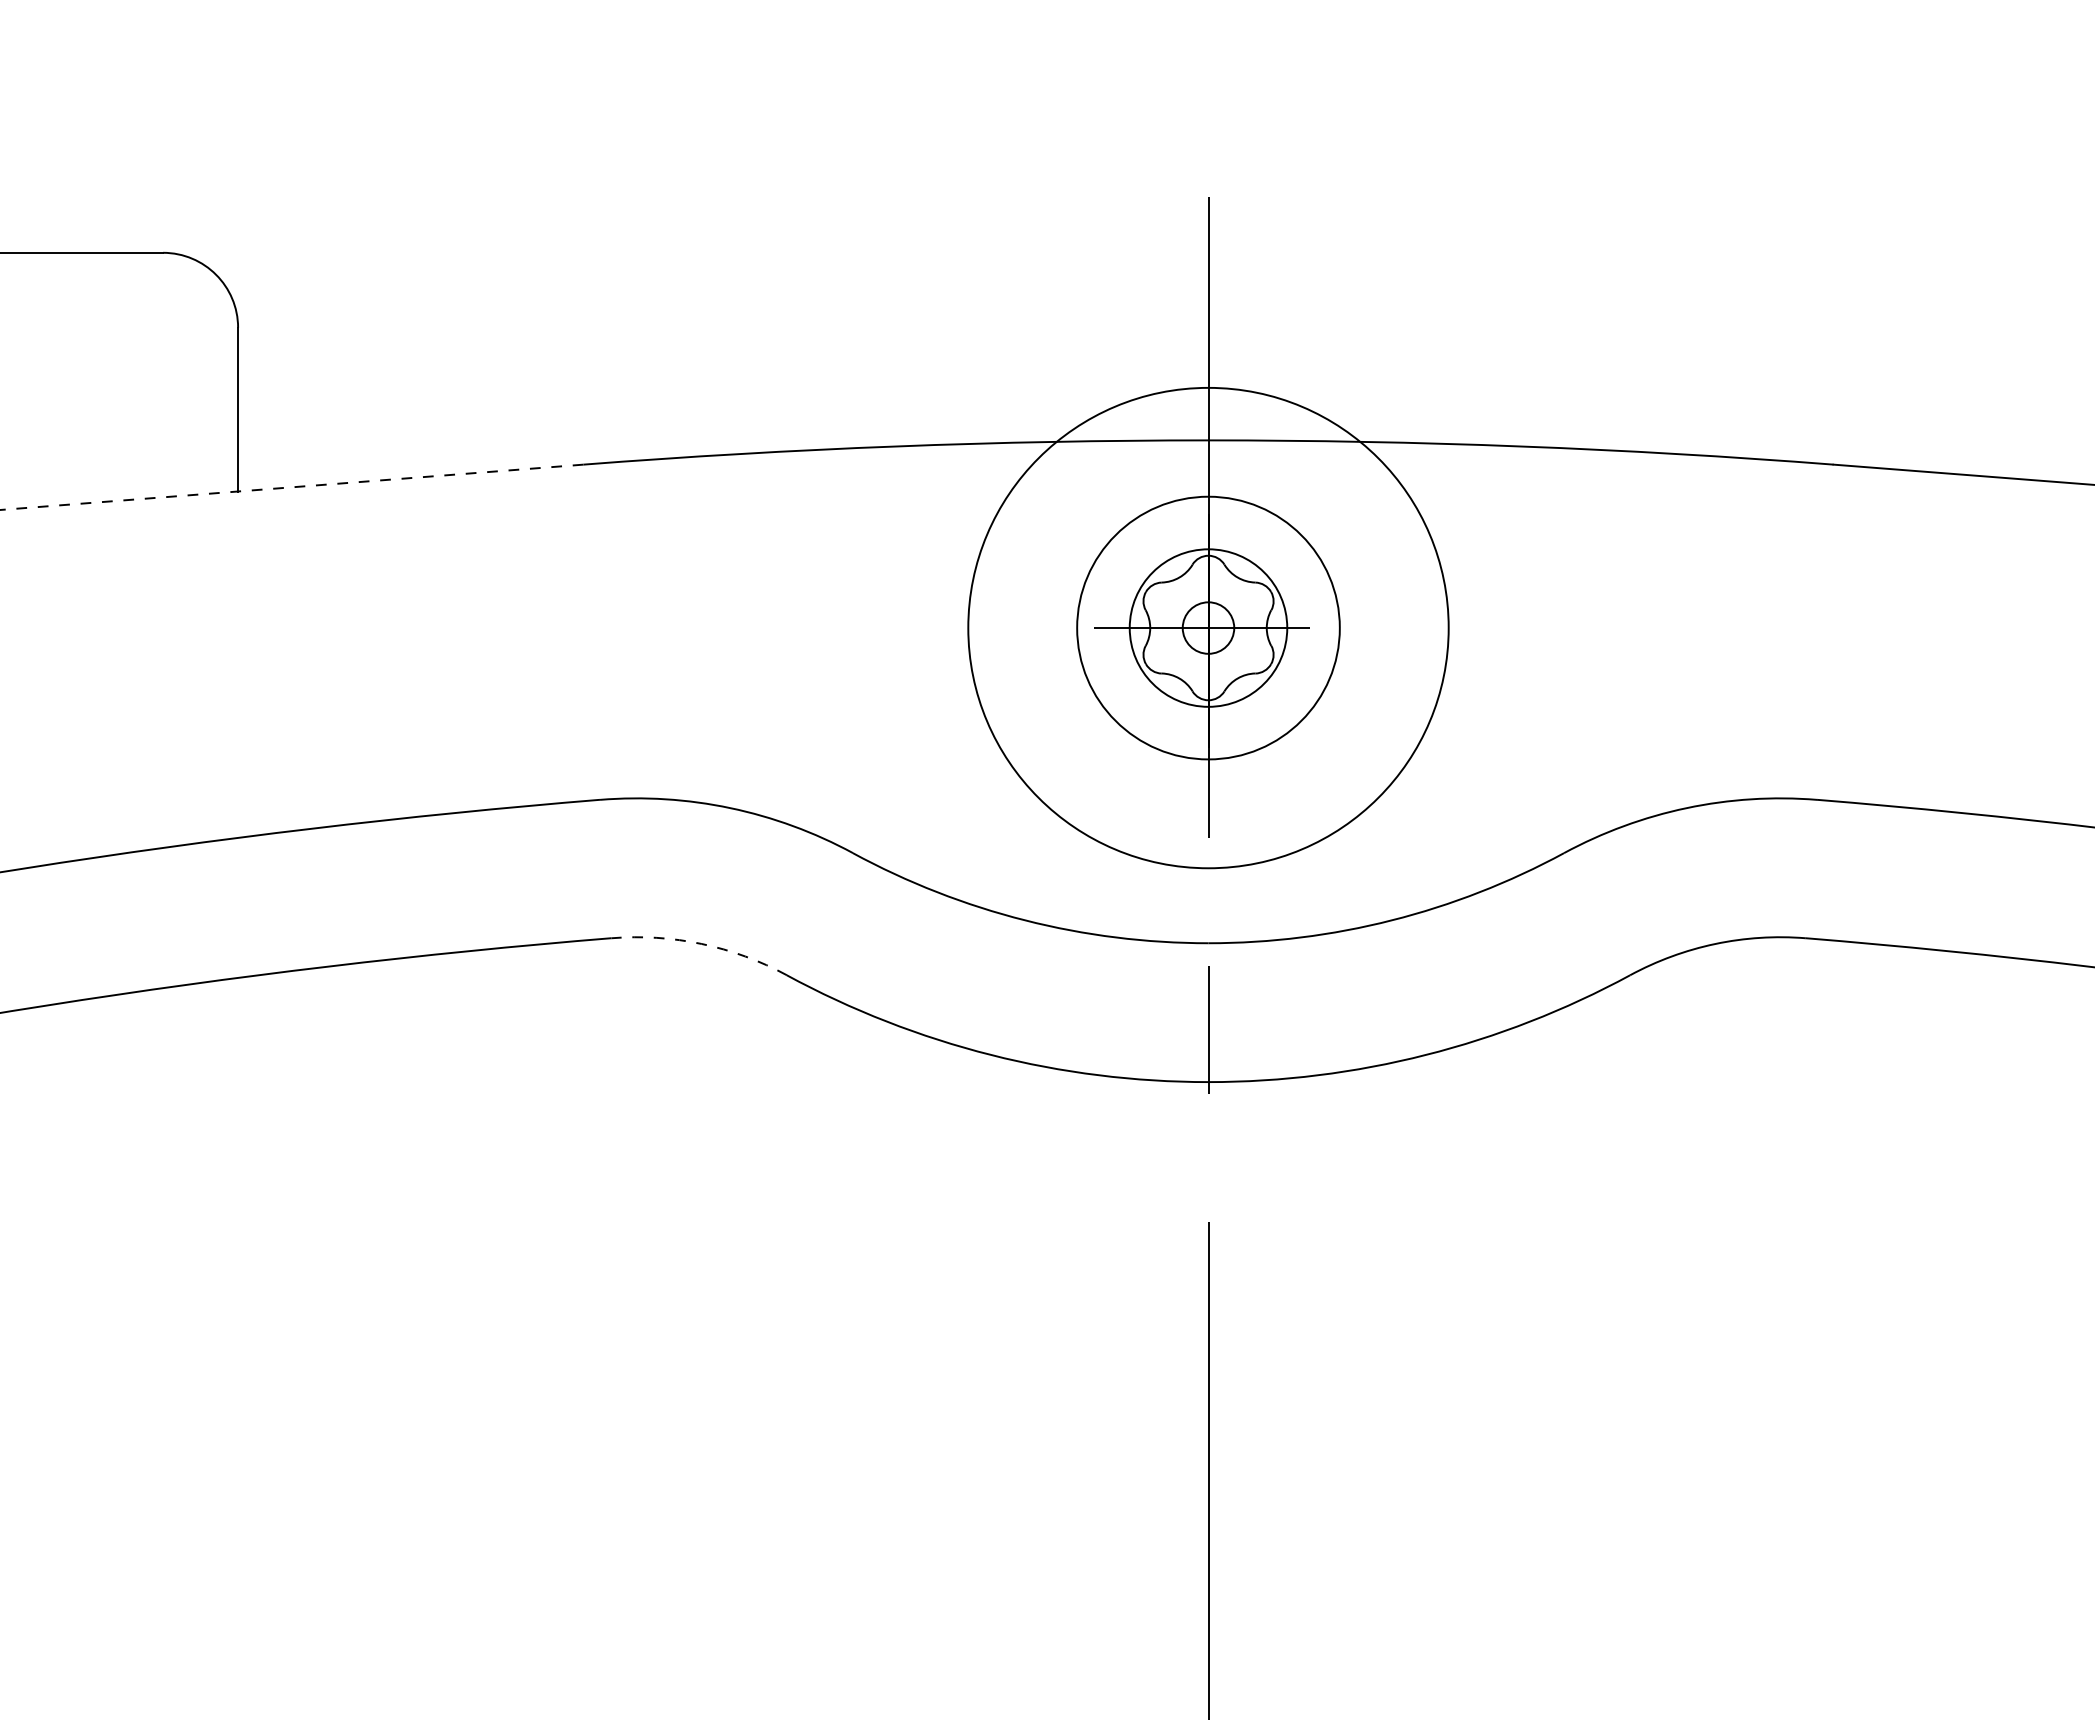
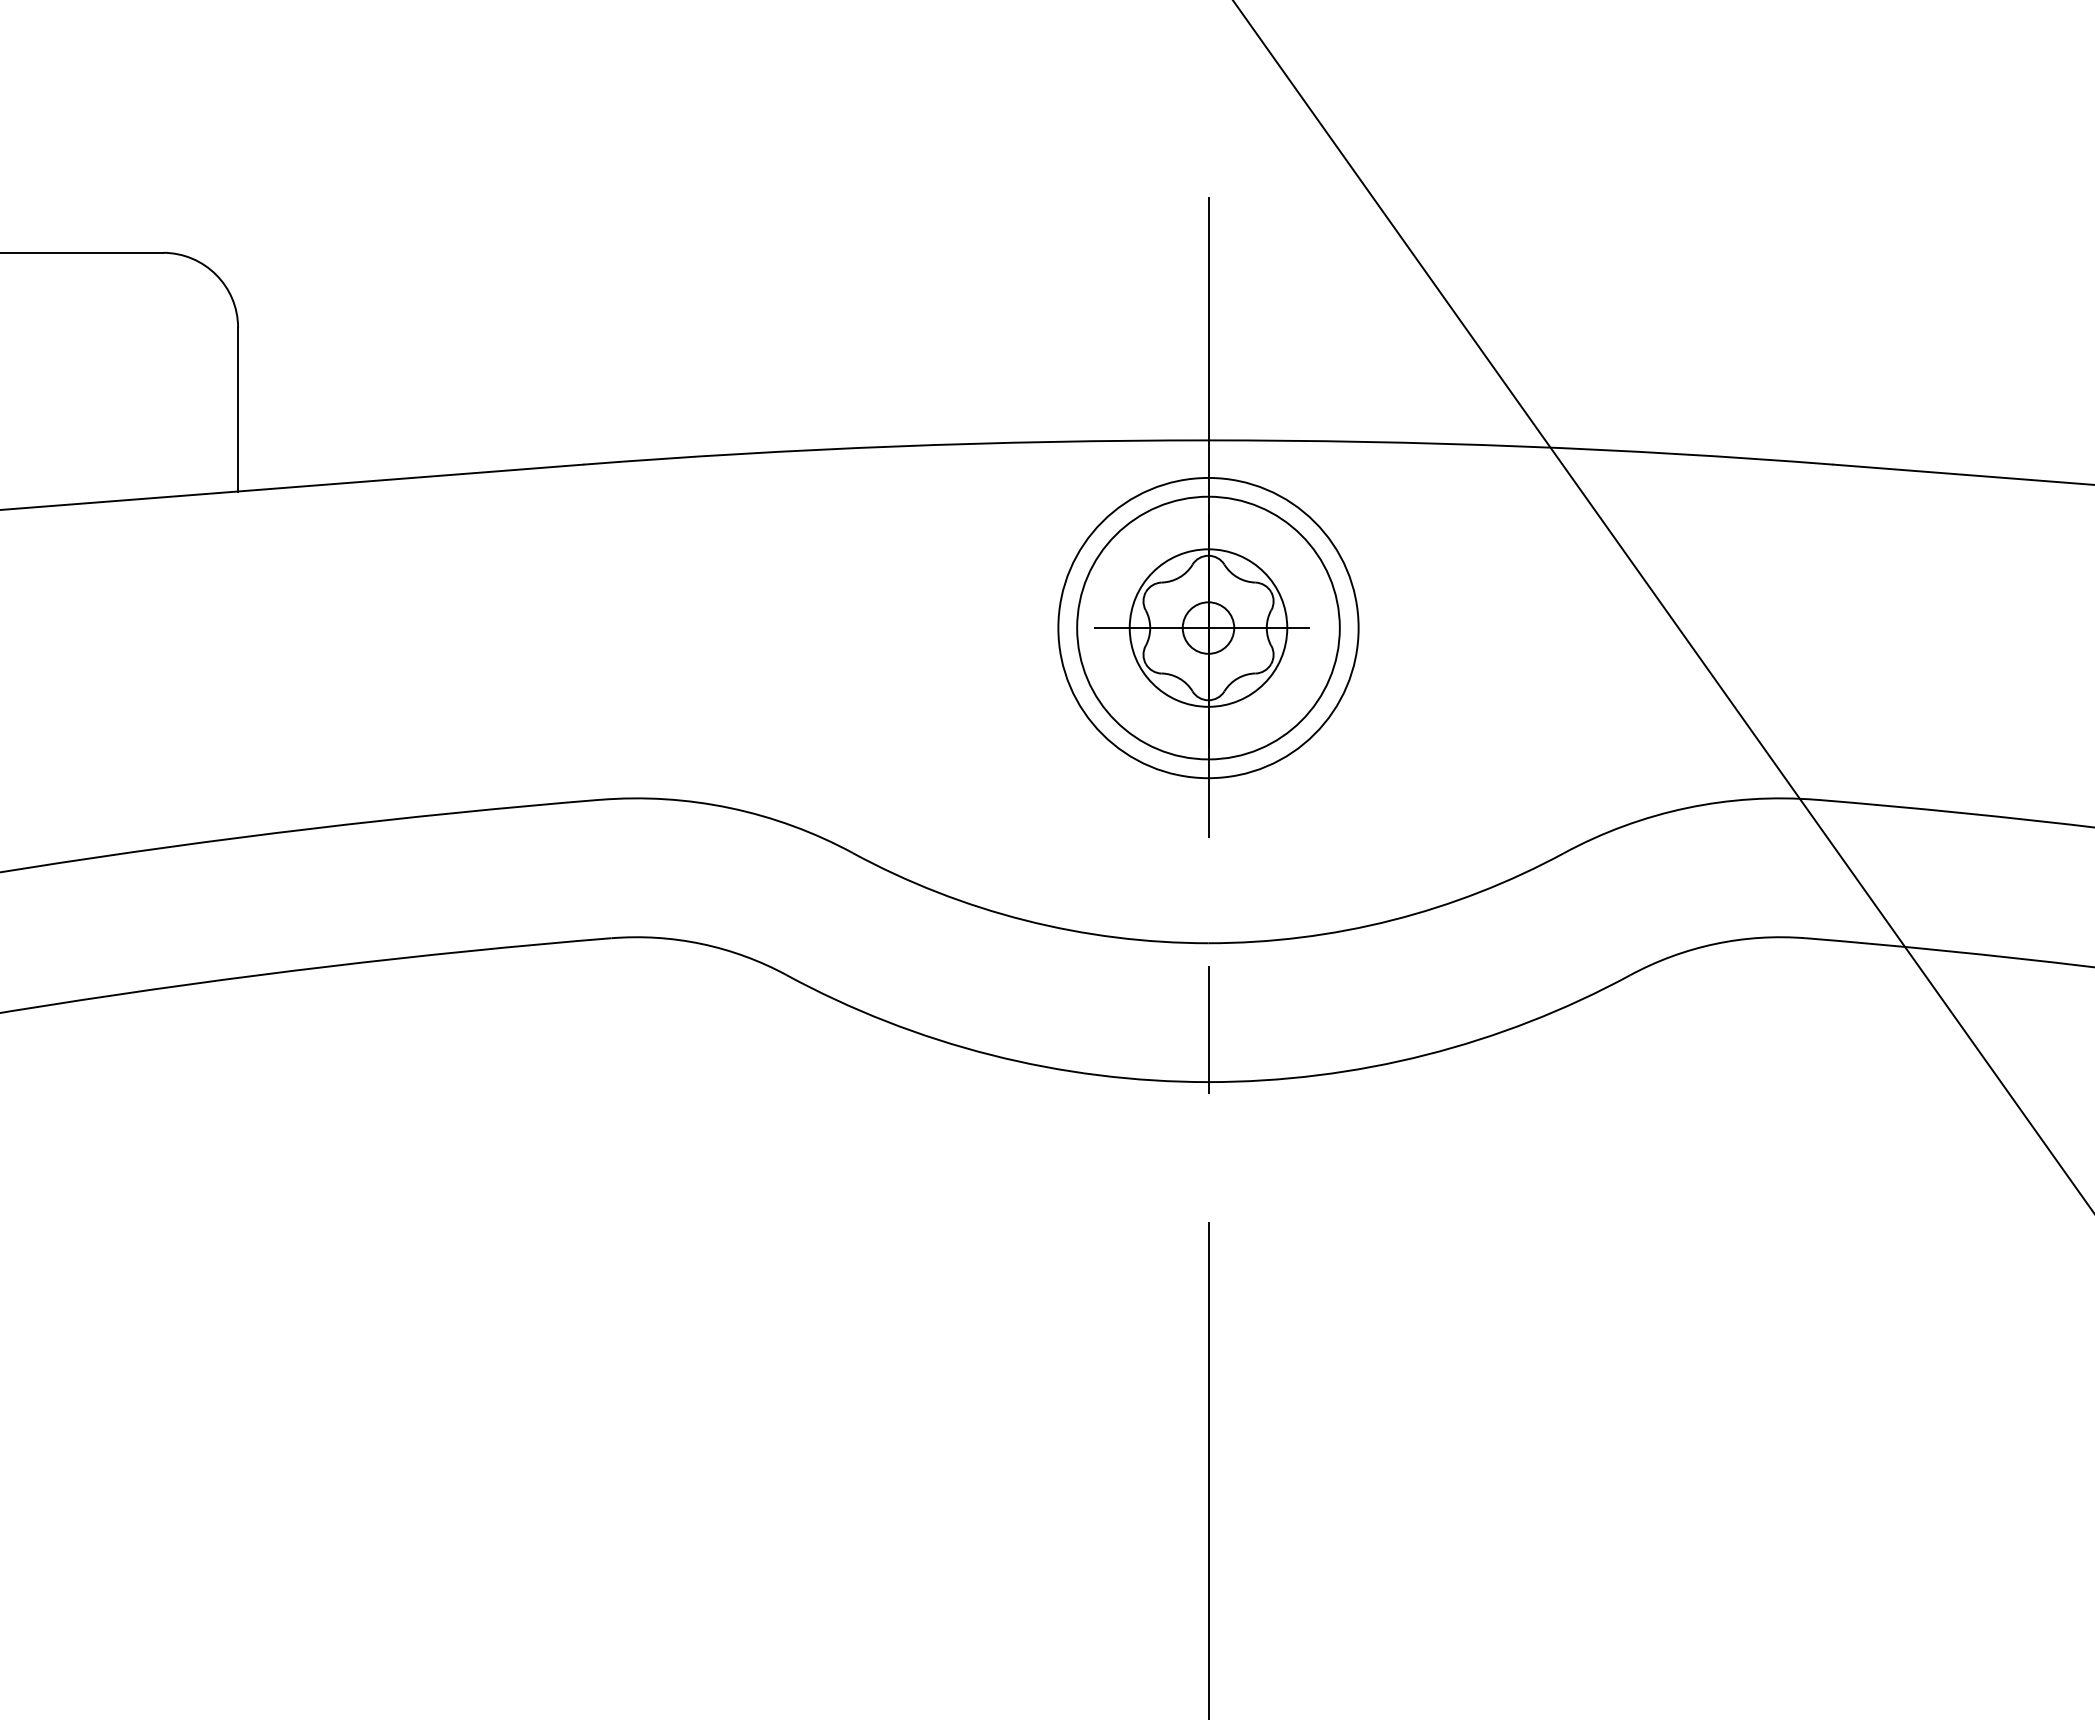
line at (291, 487): dashed -> solid
line at (1662, 606): none -> present
circle at (1208, 627) diameter: 480 px -> 300 px
arc at (701, 944): dashed -> solid
